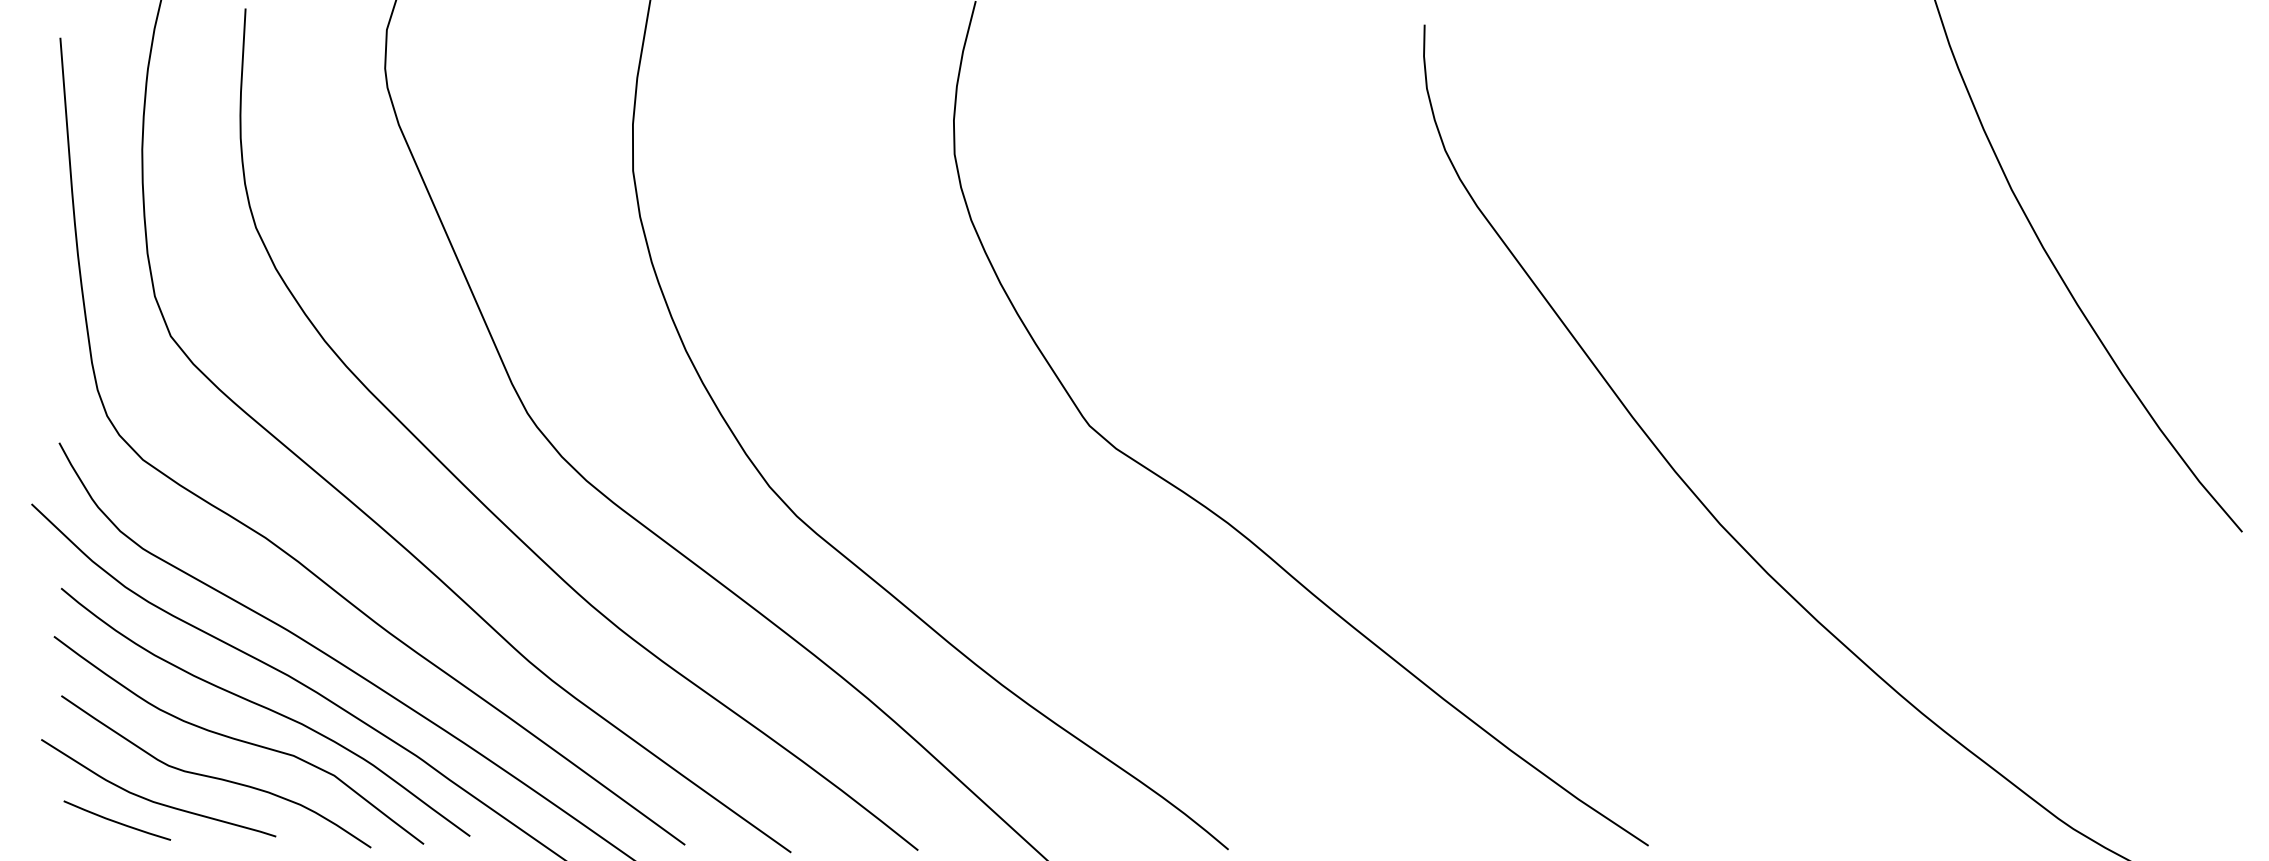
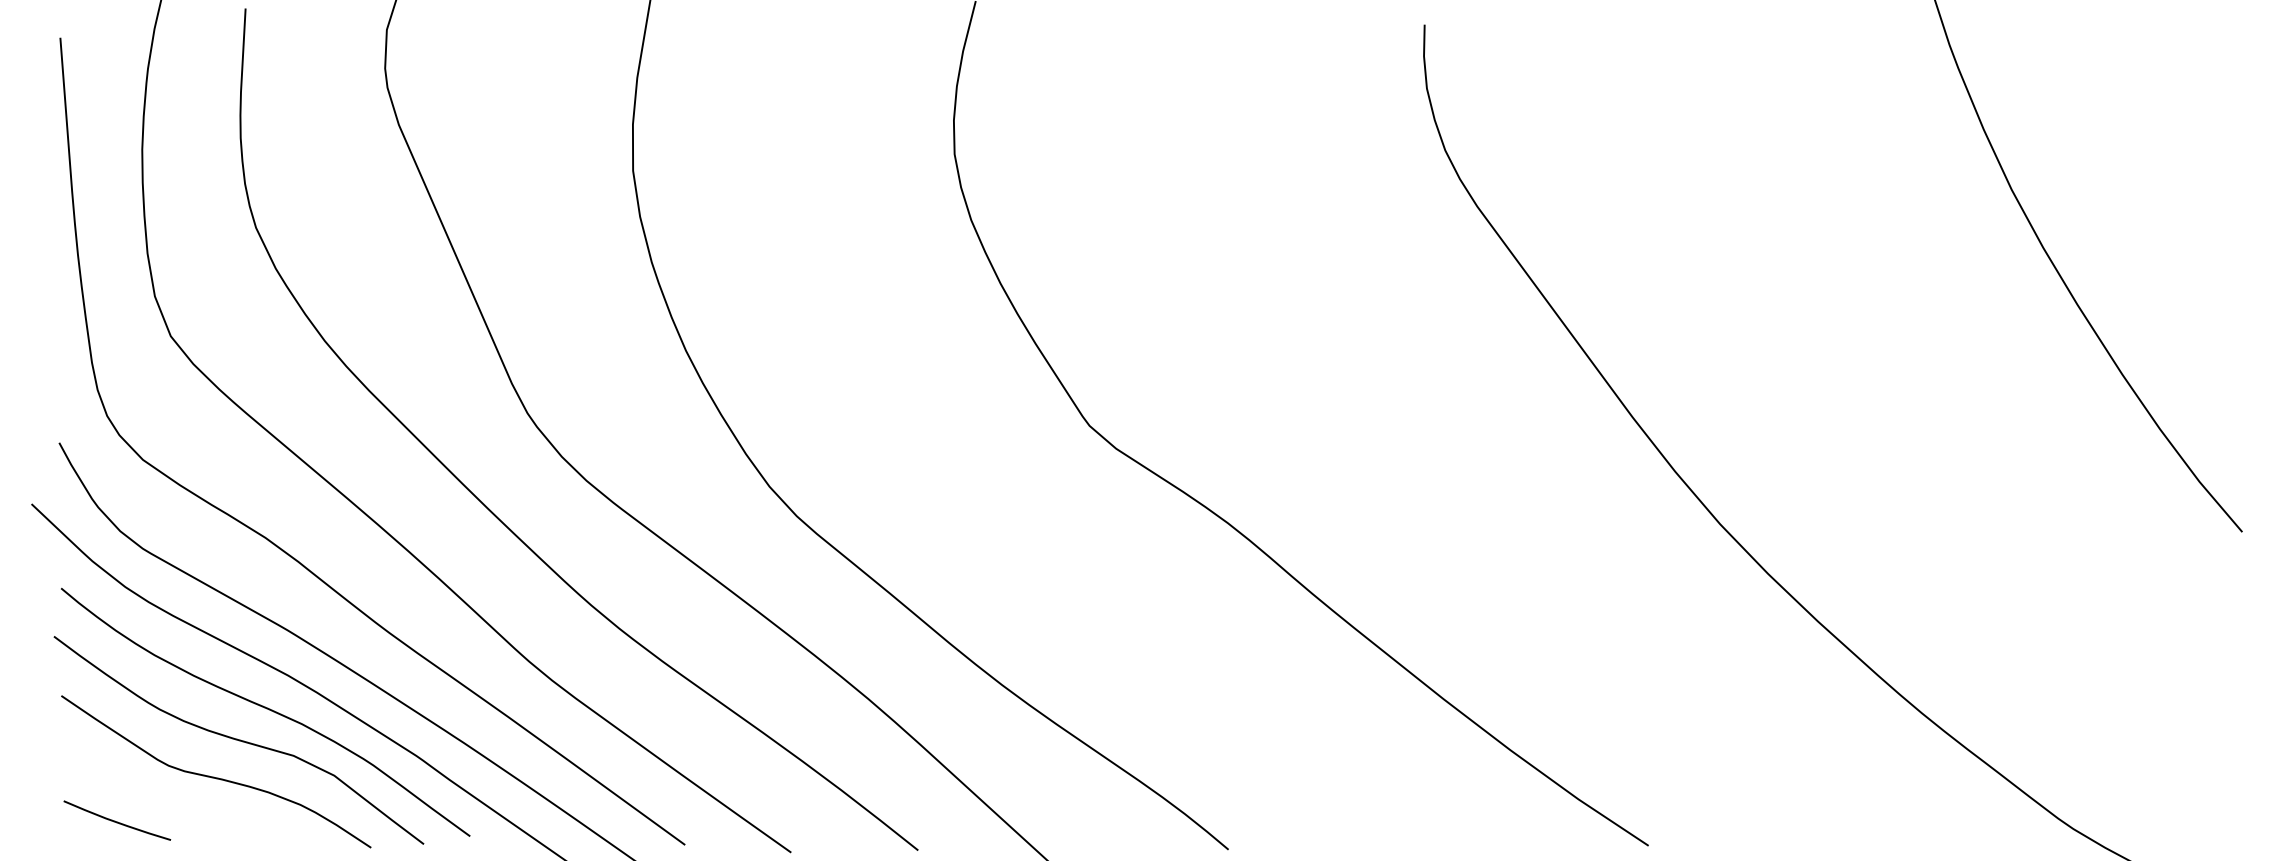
curve at (156, 801): present -> none
